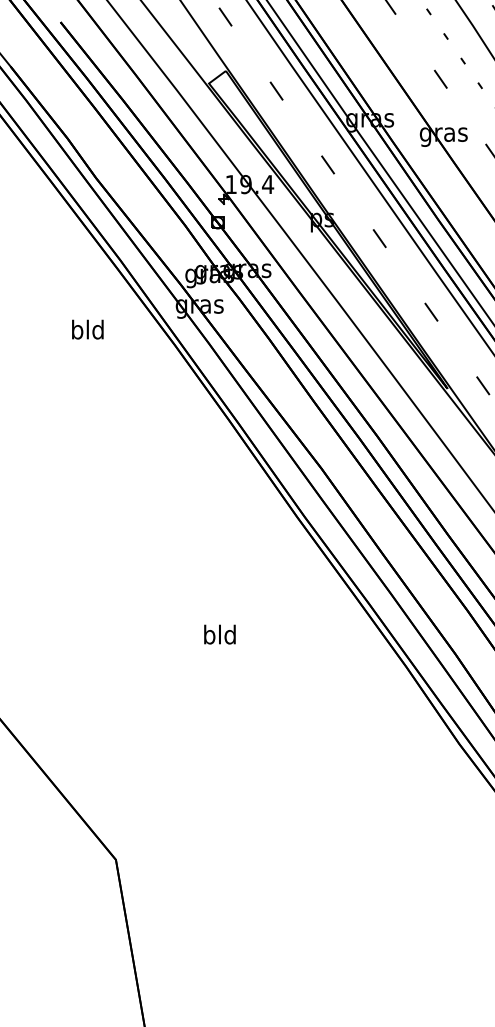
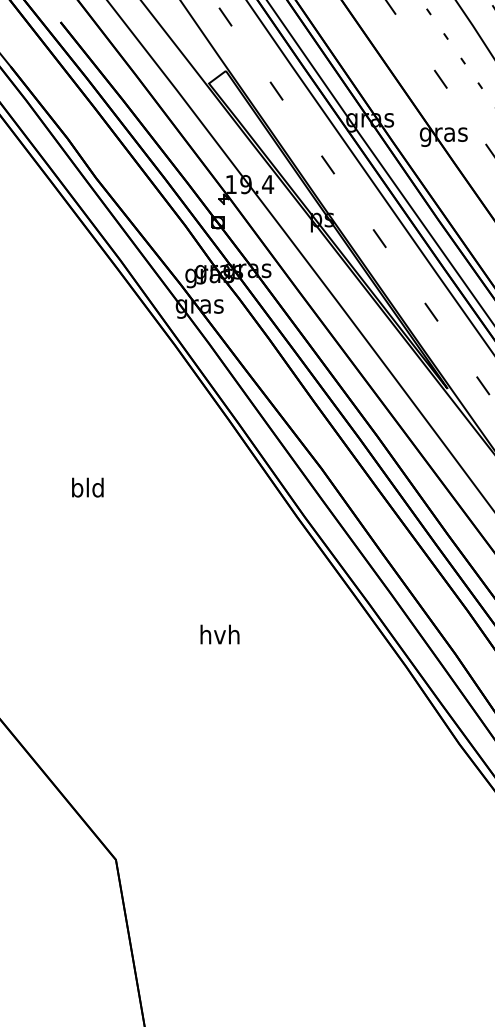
text at (87, 329) position: (87, 329) -> (87, 487)
text at (219, 634): bld -> hvh
